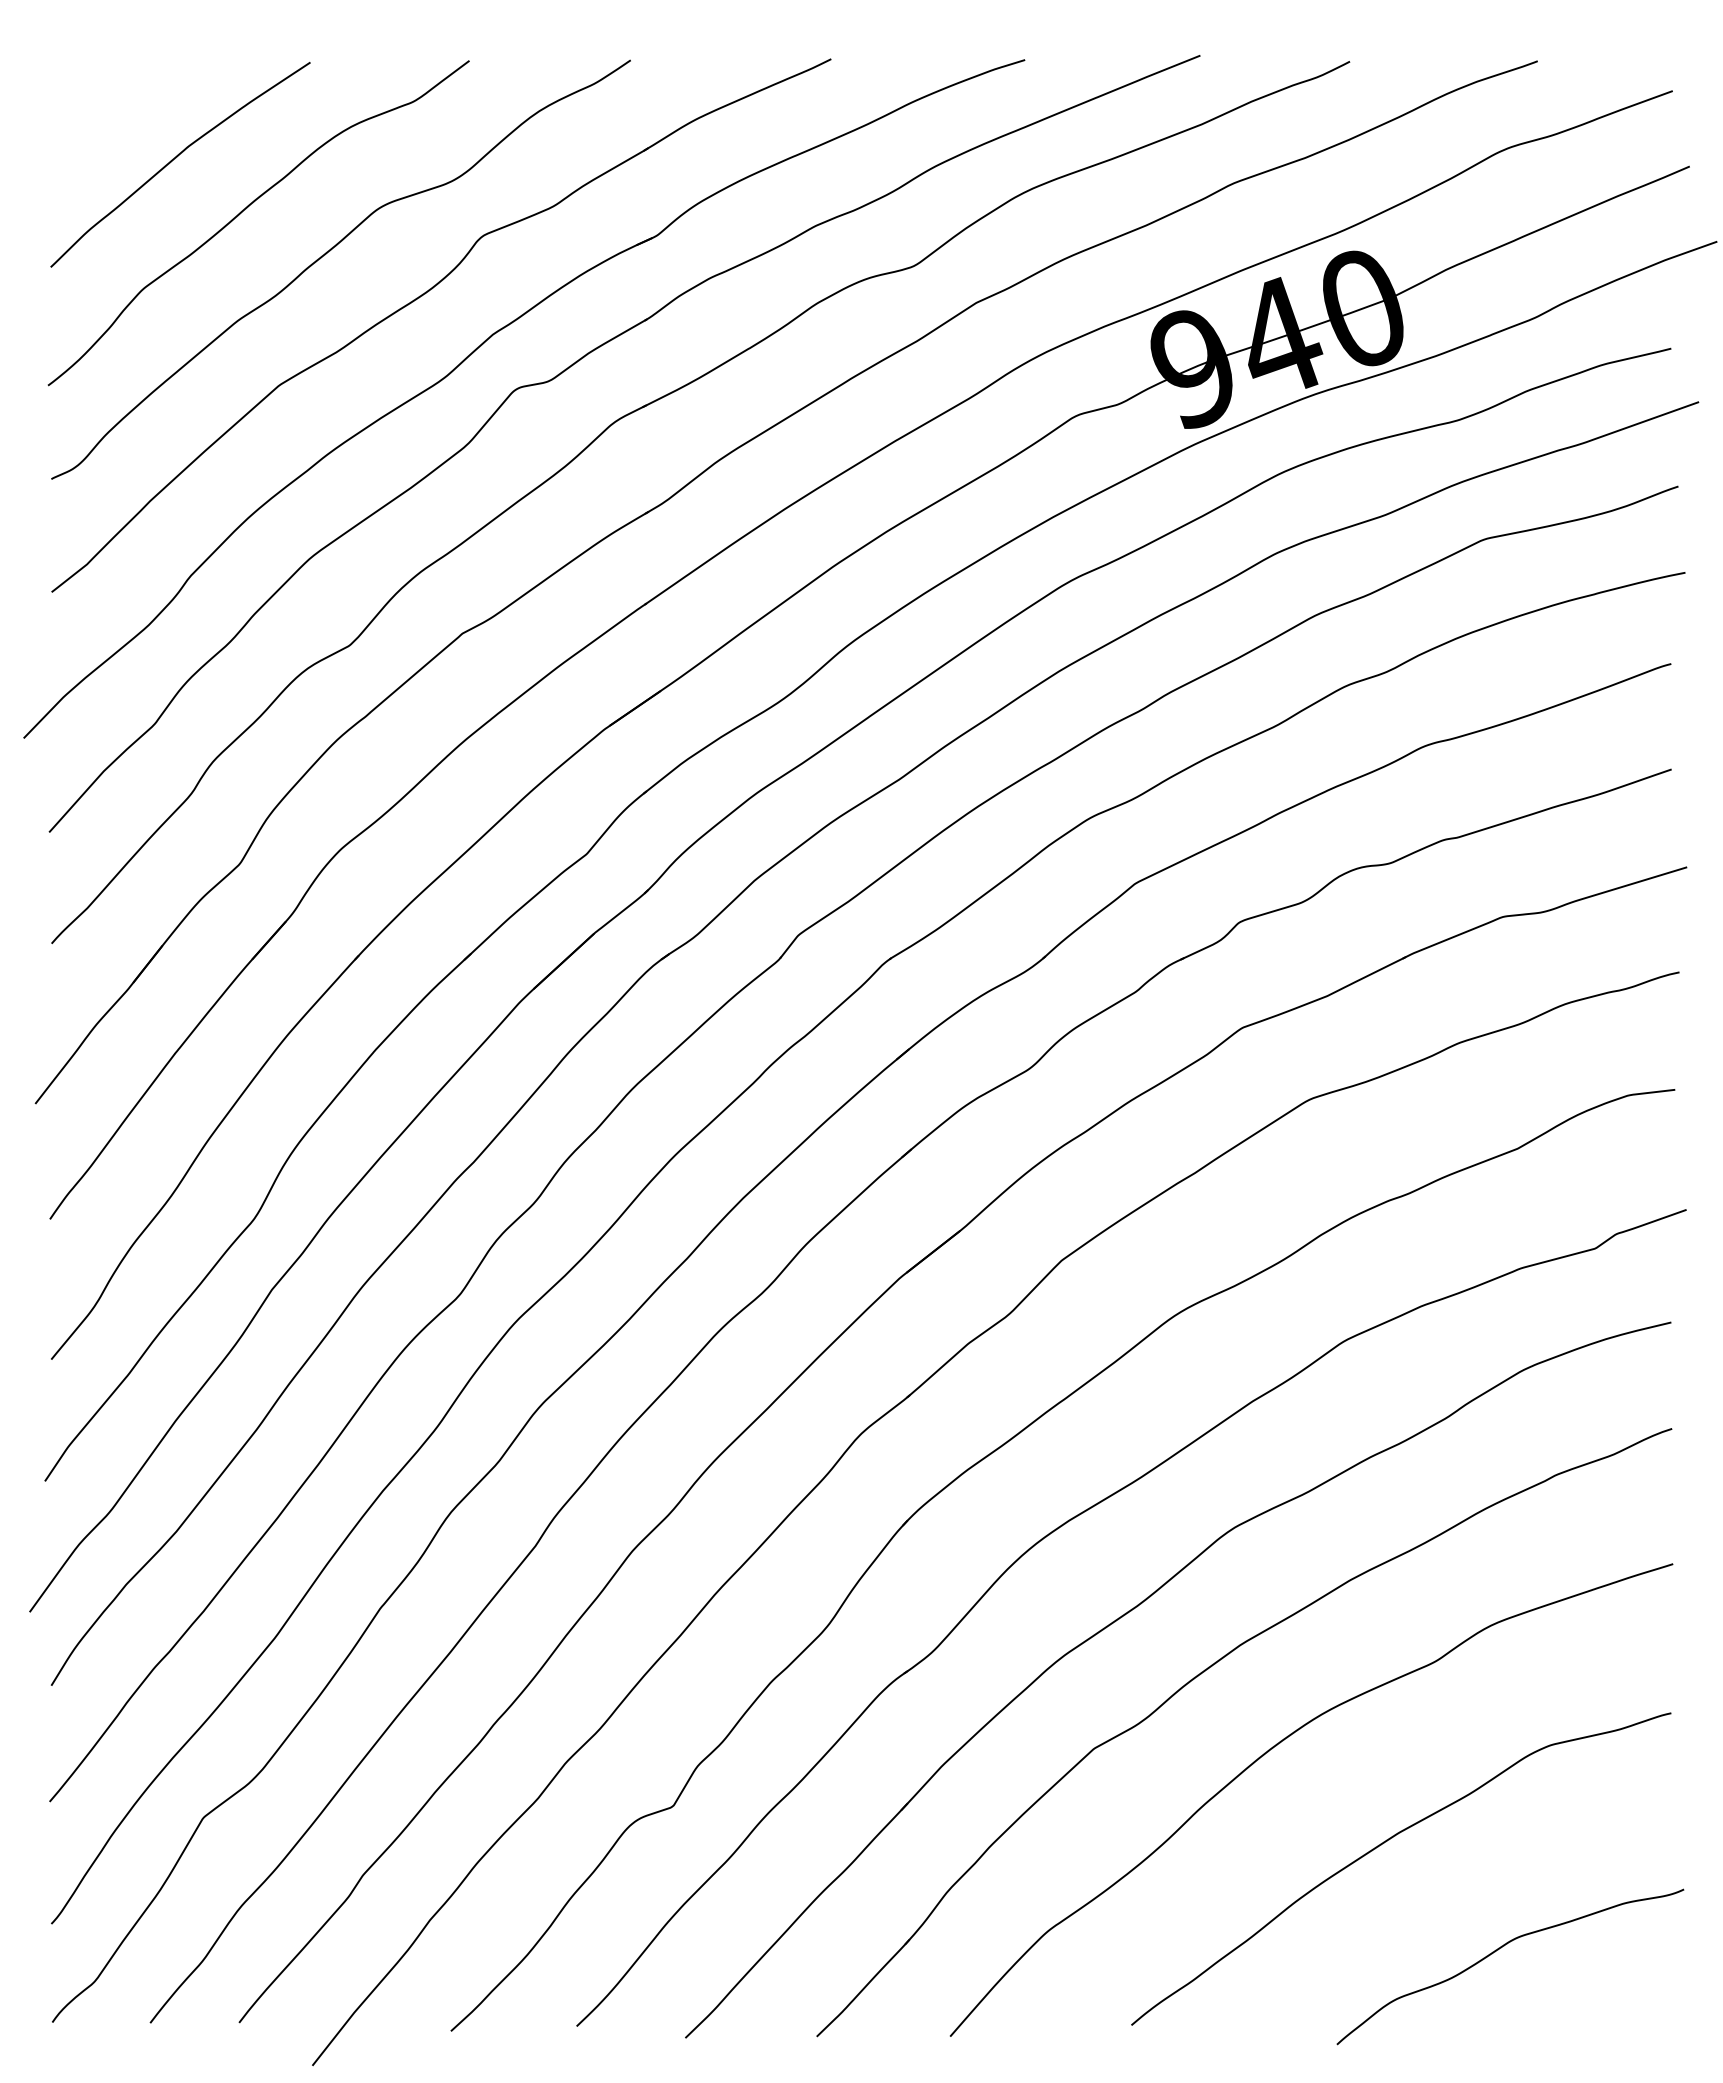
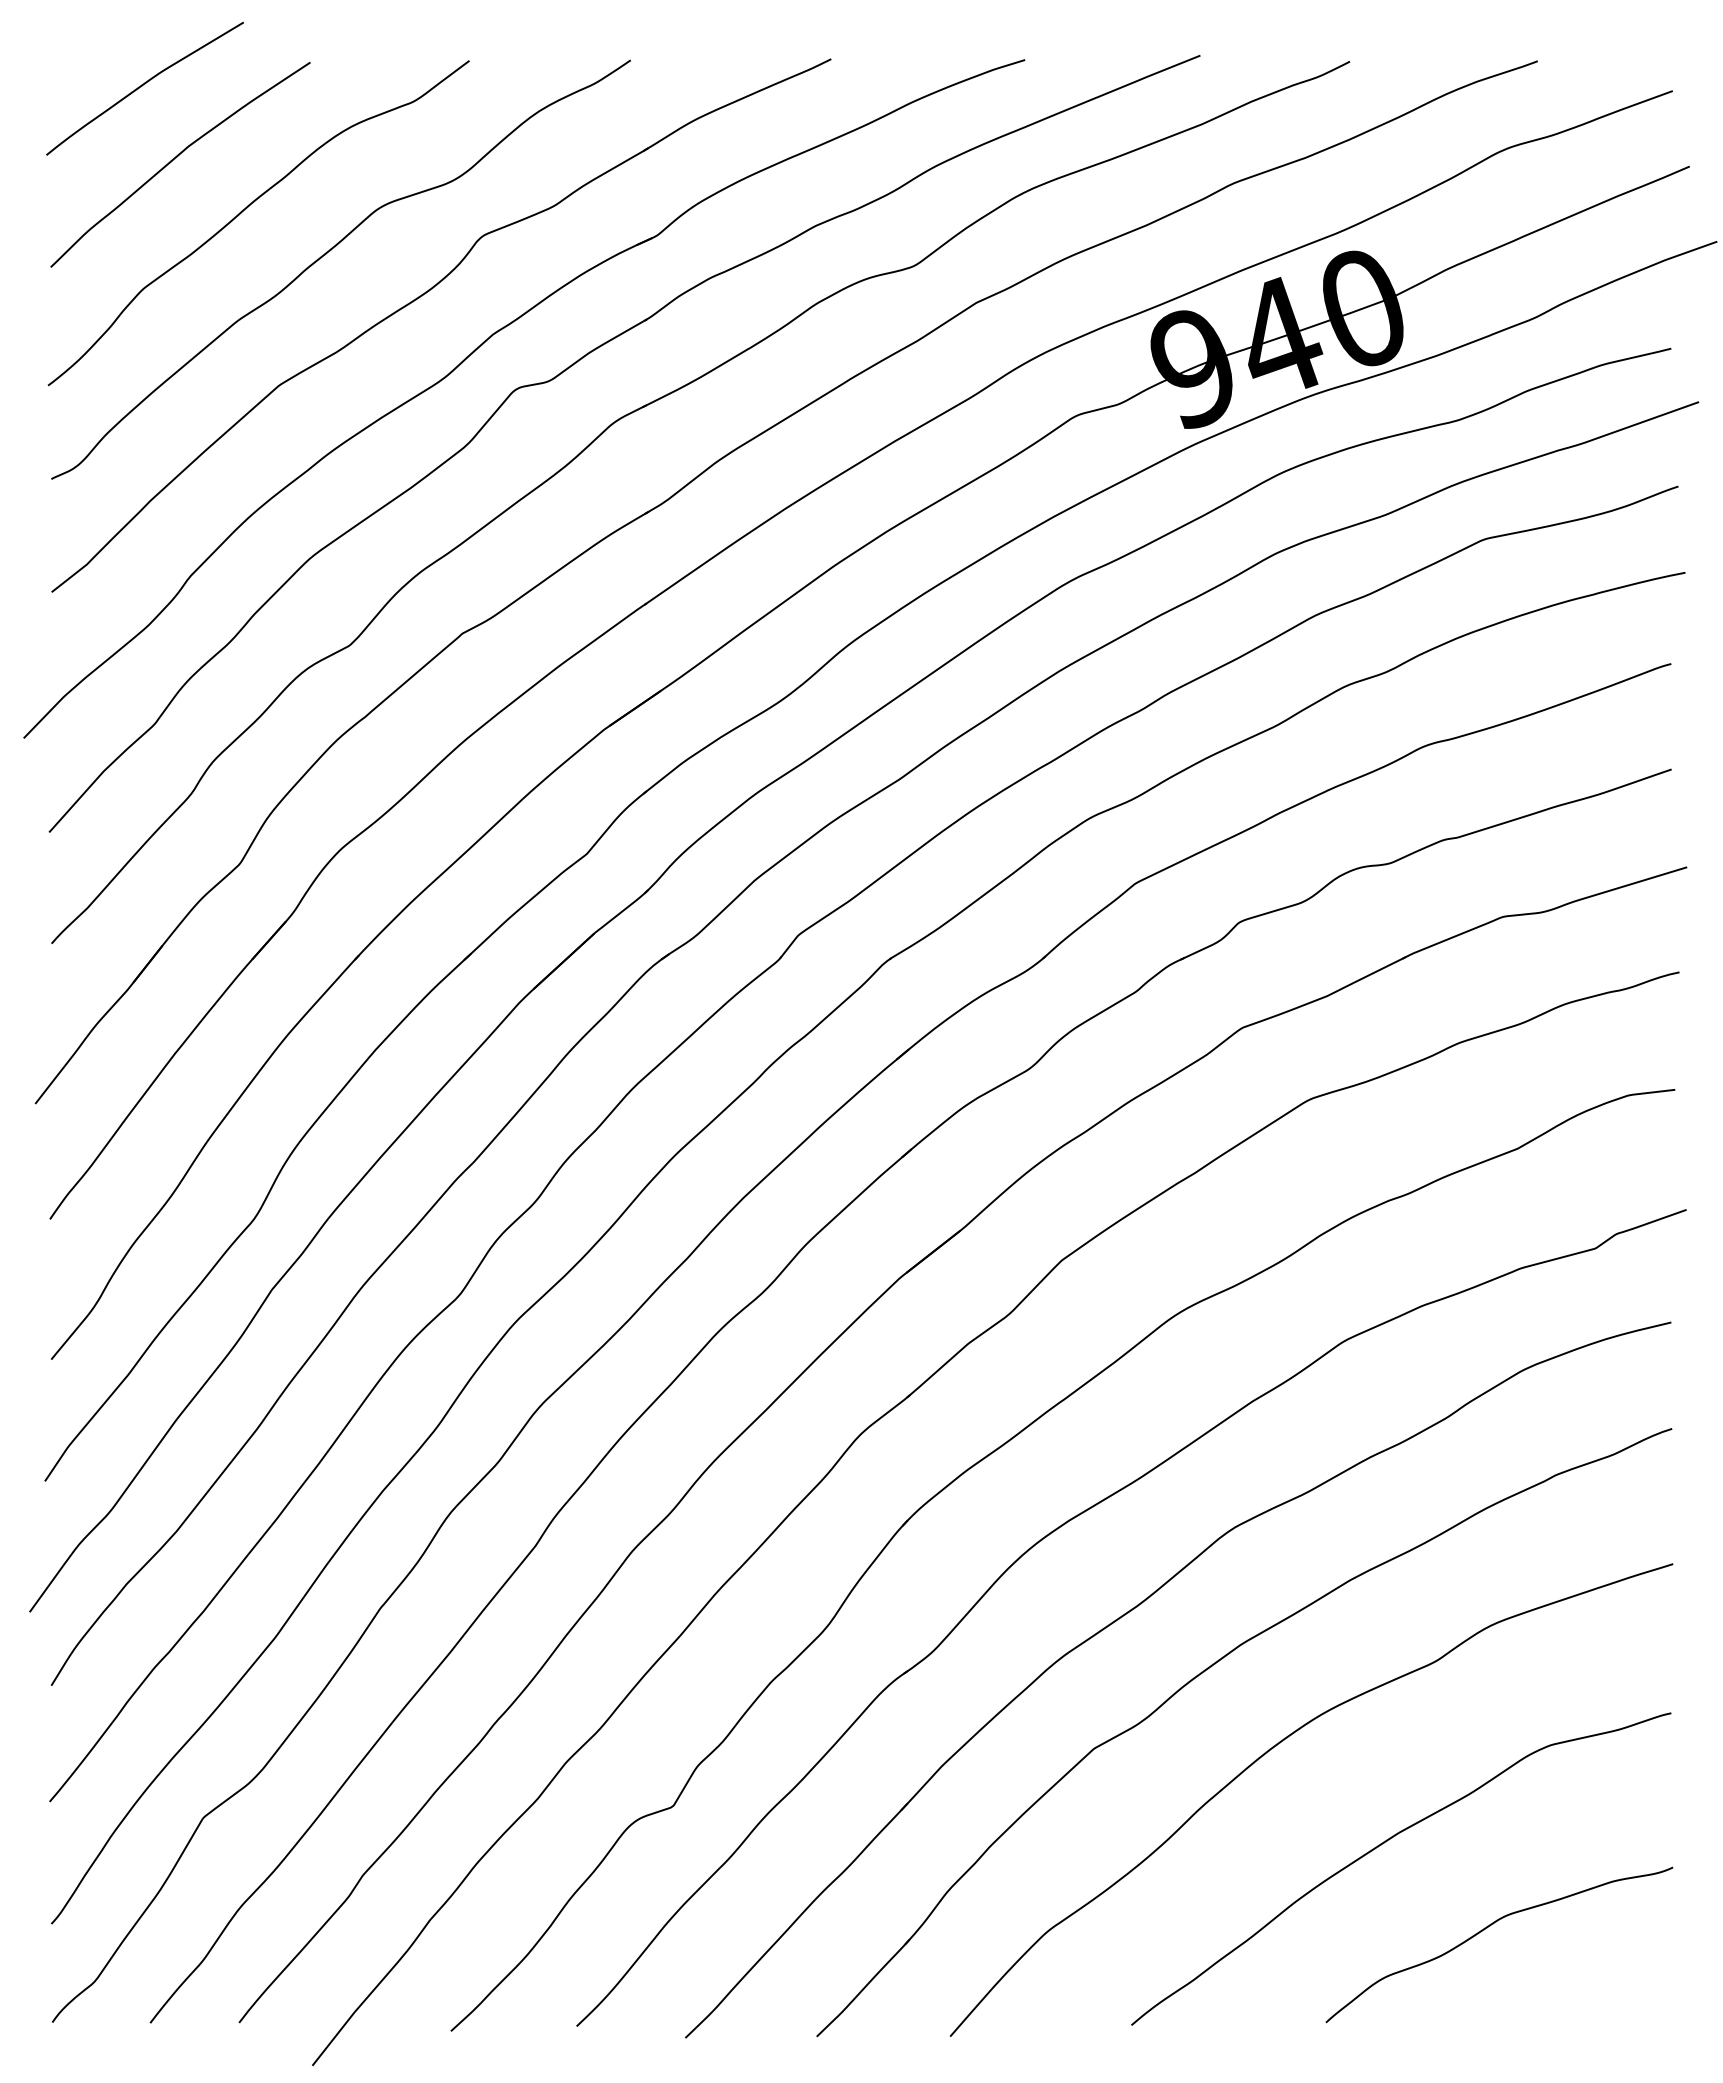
curve at (142, 86): none -> present
curve at (1498, 1950) position: (1498, 1950) -> (1487, 1928)
